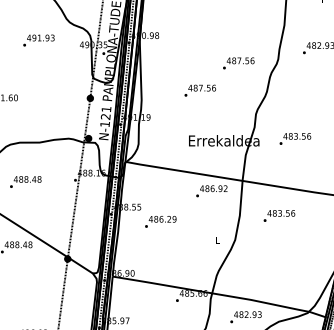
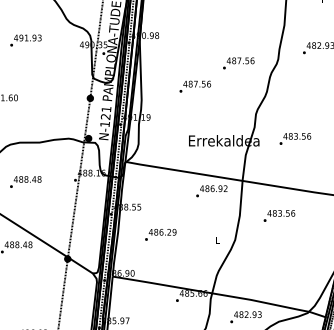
text at (38, 40) position: (38, 40) -> (25, 40)
text at (200, 90) position: (200, 90) -> (195, 86)
text at (160, 221) position: (160, 221) -> (160, 234)
